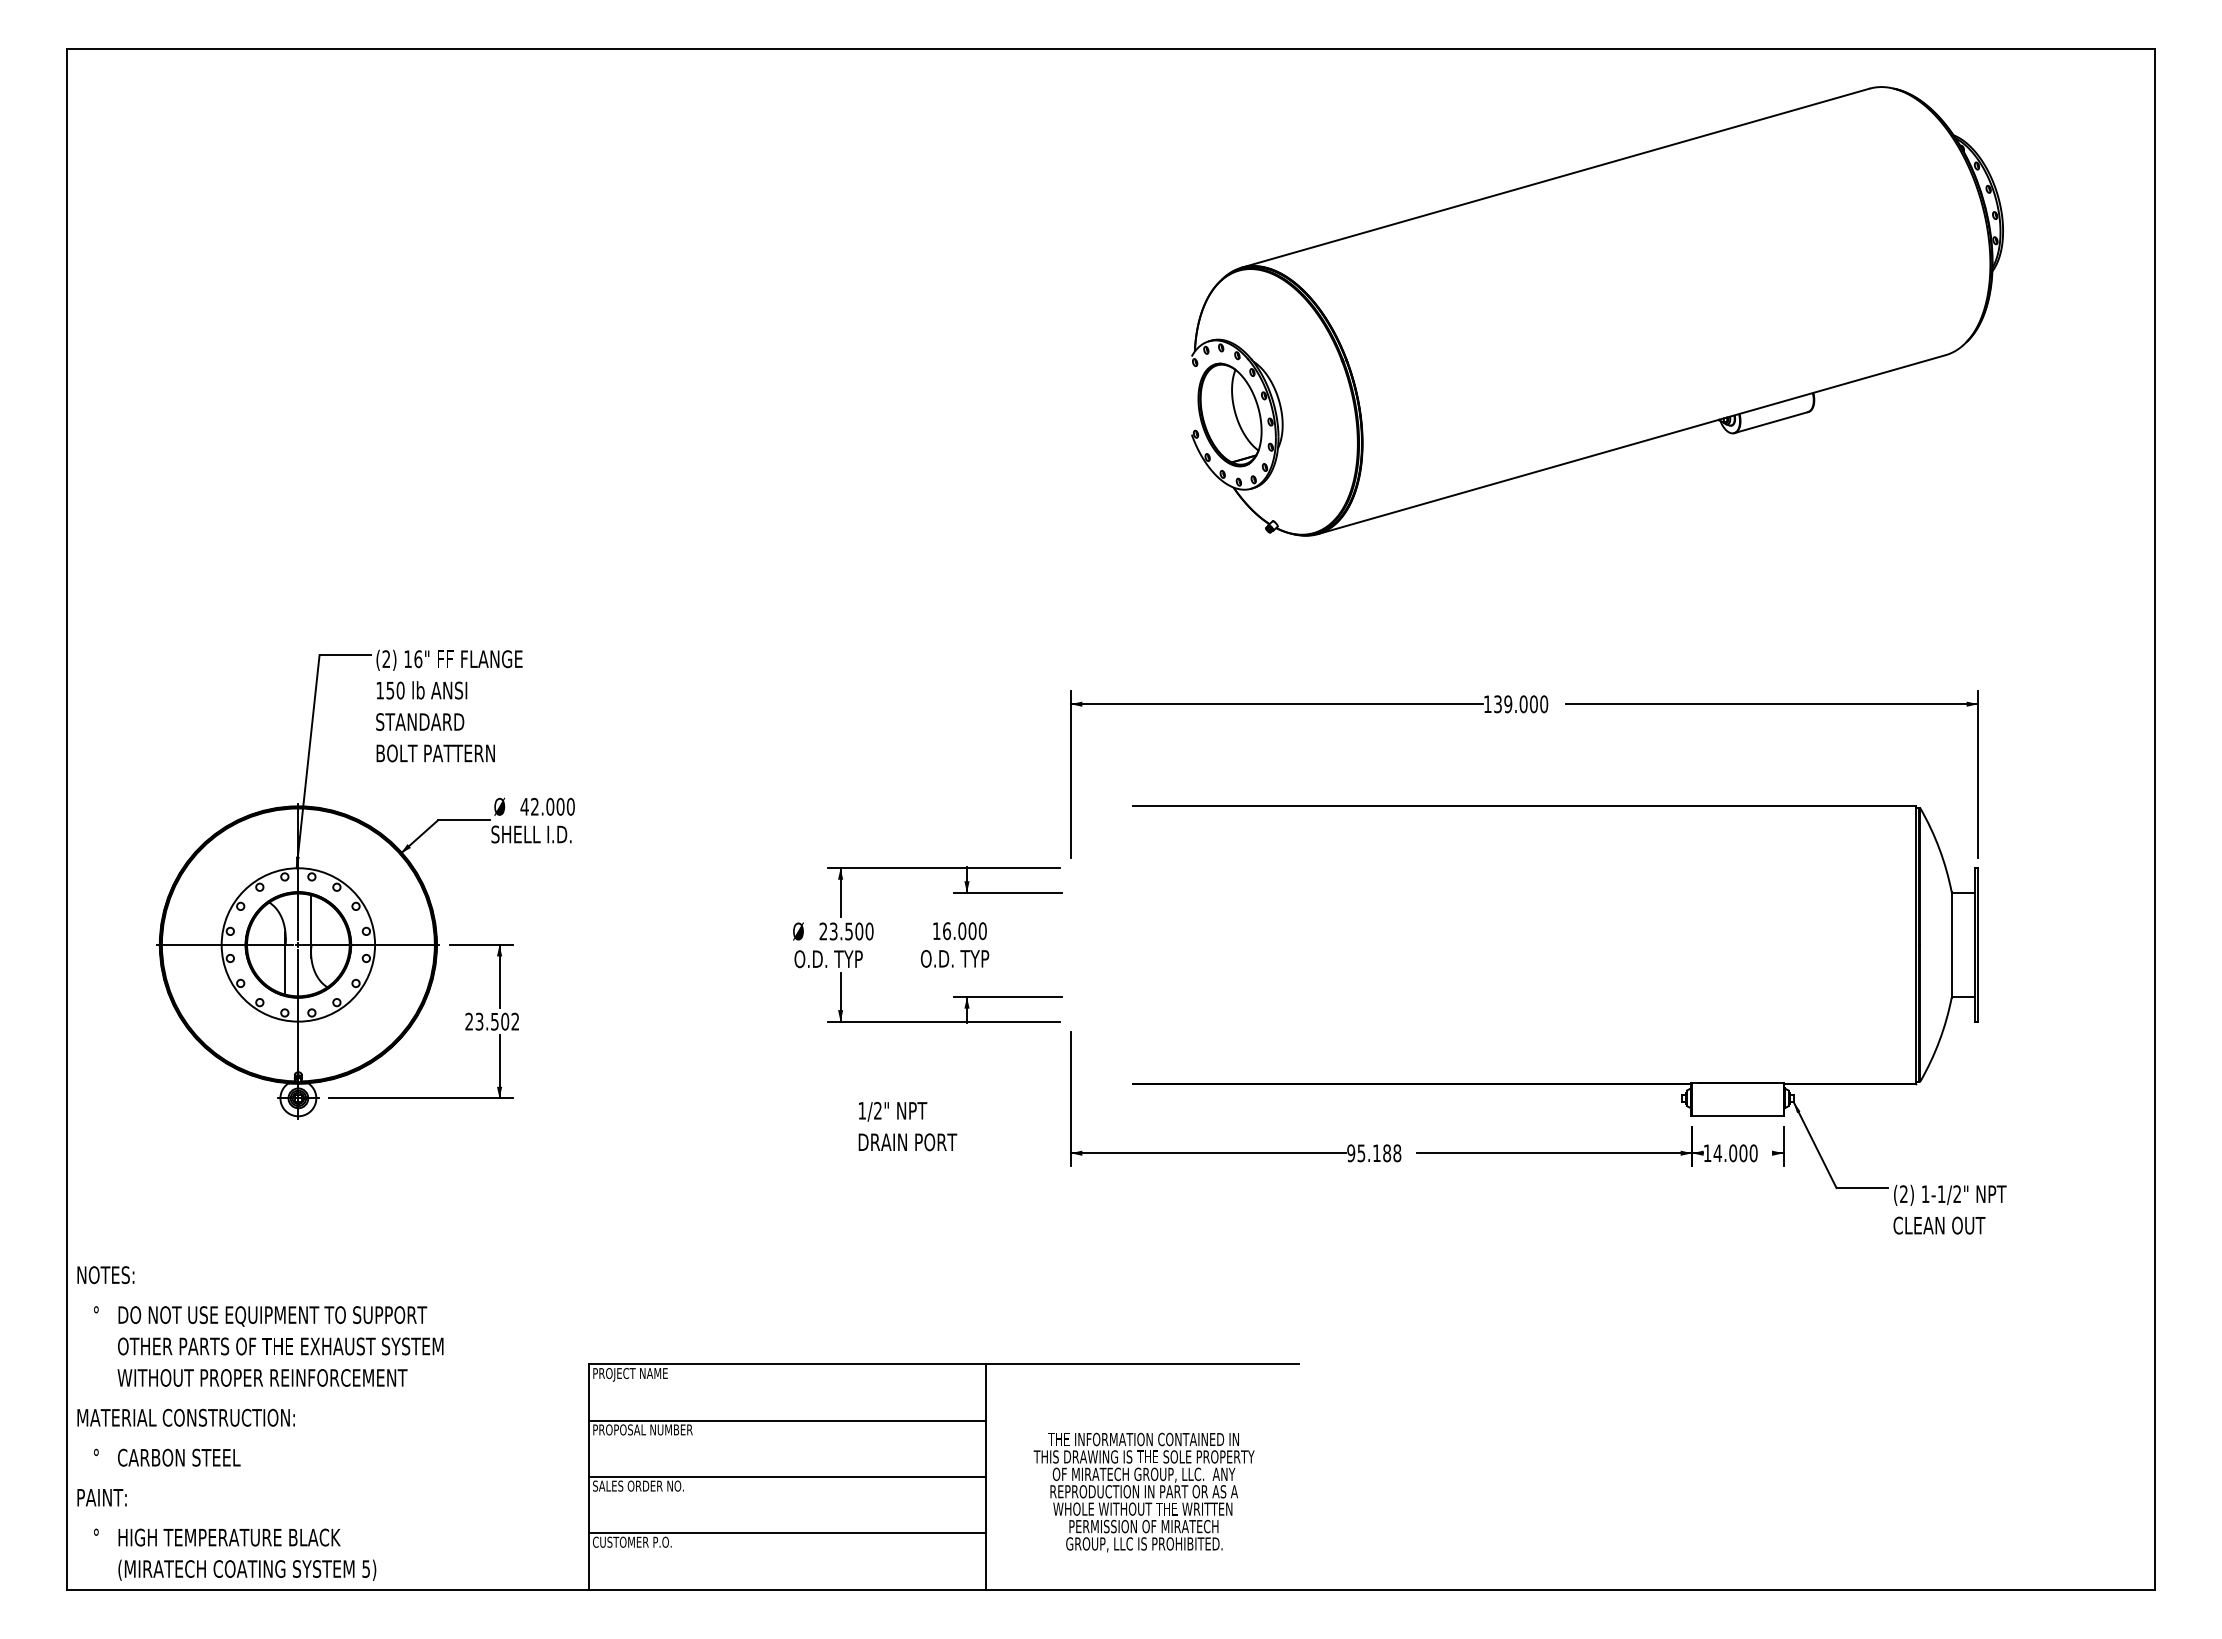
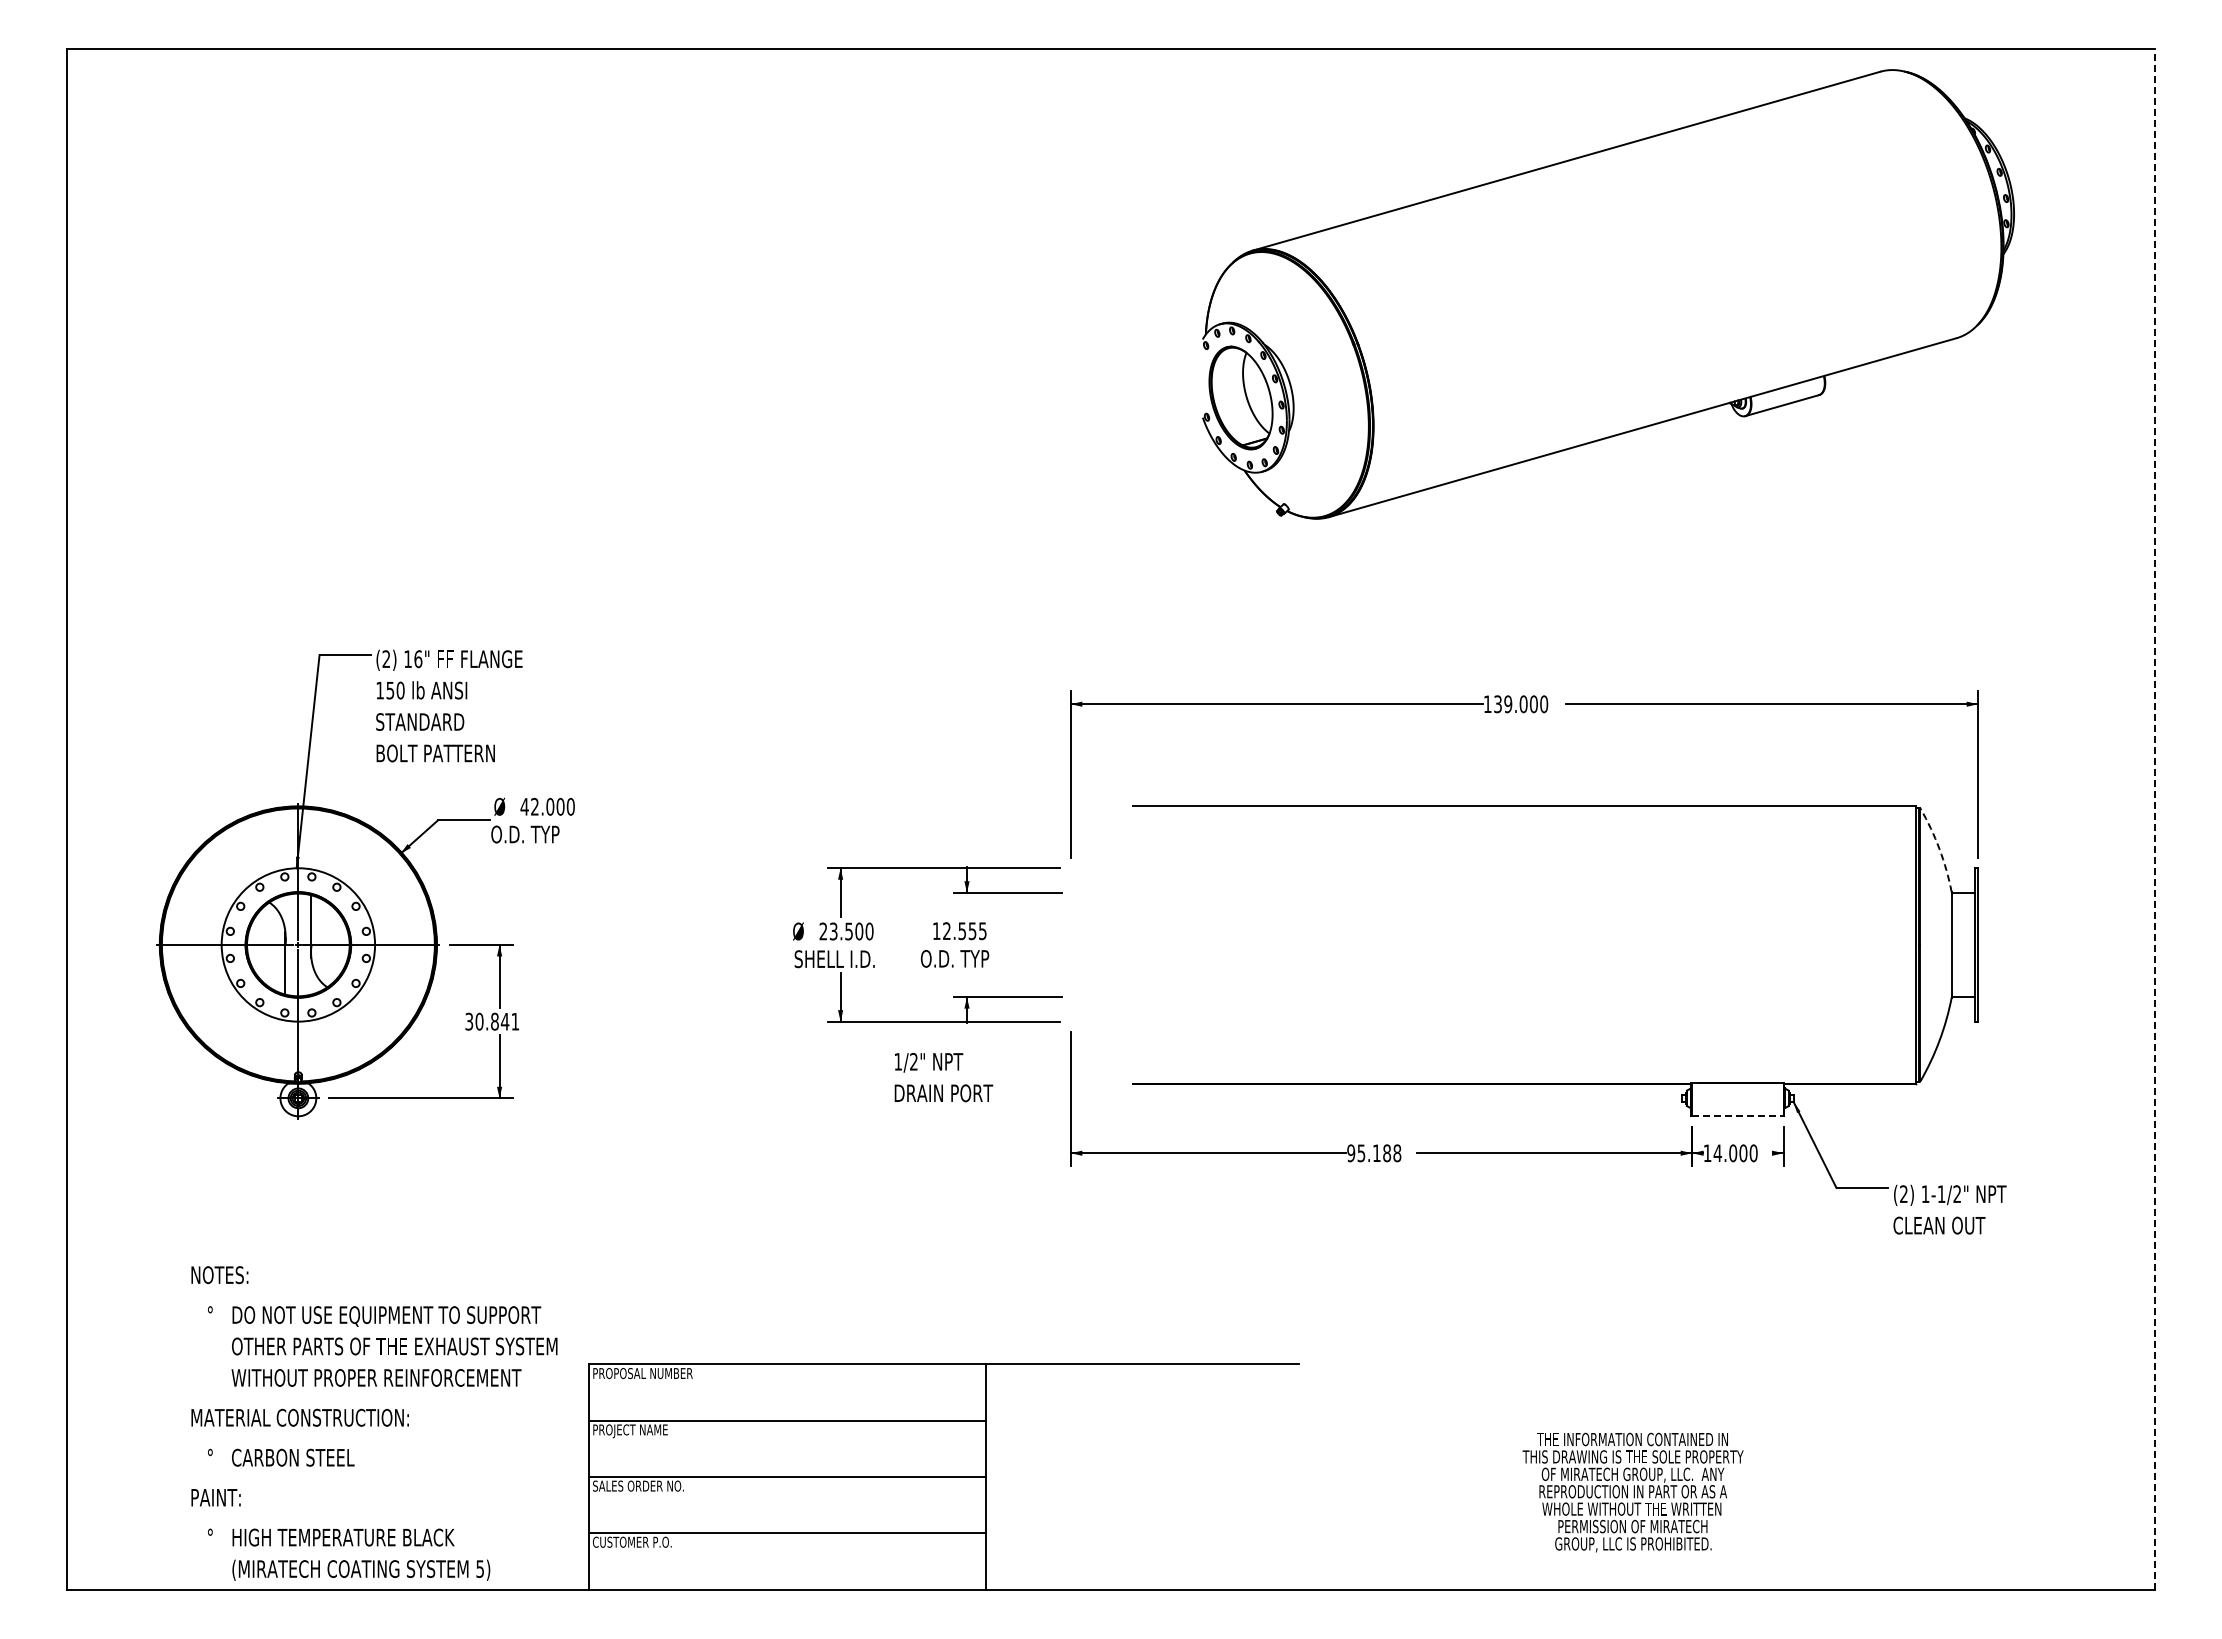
part at (1597, 311) position: (1597, 311) -> (1608, 294)
line at (2155, 819): solid -> dashed
text at (531, 834): SHELL I.D. -> O.D. TYP
arc at (1939, 849): solid -> dashed
text at (964, 931): 16.000 -> 12.555
text at (834, 959): O.D. TYP -> SHELL I.D.
text at (492, 1021): 23.502 -> 30.841
line at (1737, 1116): solid -> dashed
text at (907, 1126) position: (907, 1126) -> (943, 1077)
text at (652, 1374): PROJECT NAME -> PROPOSAL NUMBER
text at (260, 1423) position: (260, 1423) -> (374, 1423)
text at (652, 1431): PROPOSAL NUMBER -> PROJECT NAME
text at (1143, 1492) position: (1143, 1492) -> (1632, 1492)
